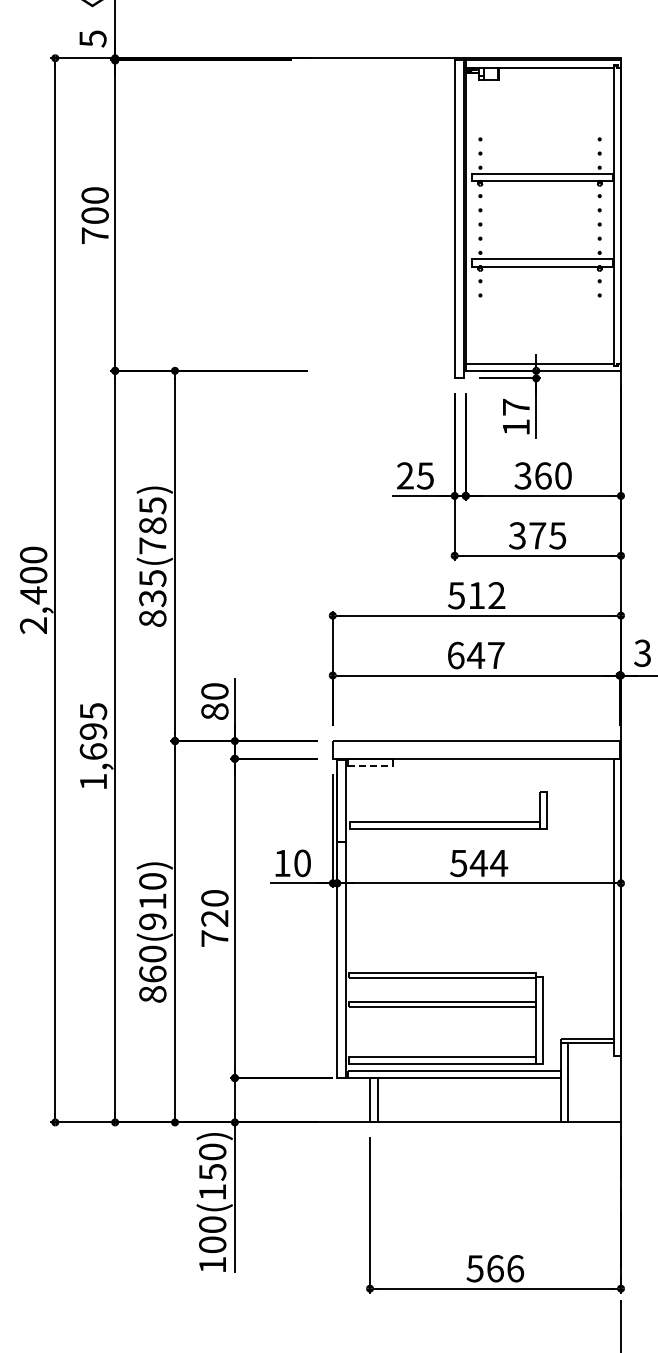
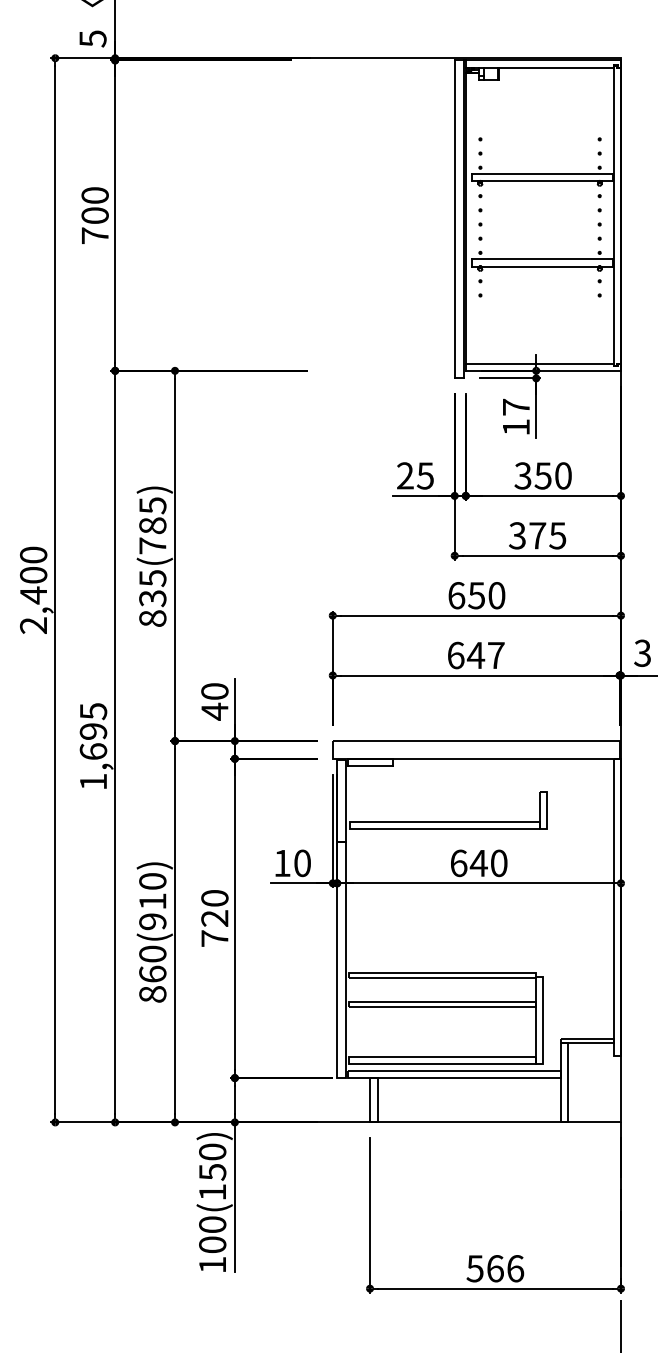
text at (542, 475): 360 -> 350
text at (476, 595): 512 -> 650
text at (214, 711): 80 -> 40
line at (370, 765): dashed -> solid
text at (479, 863): 544 -> 640
